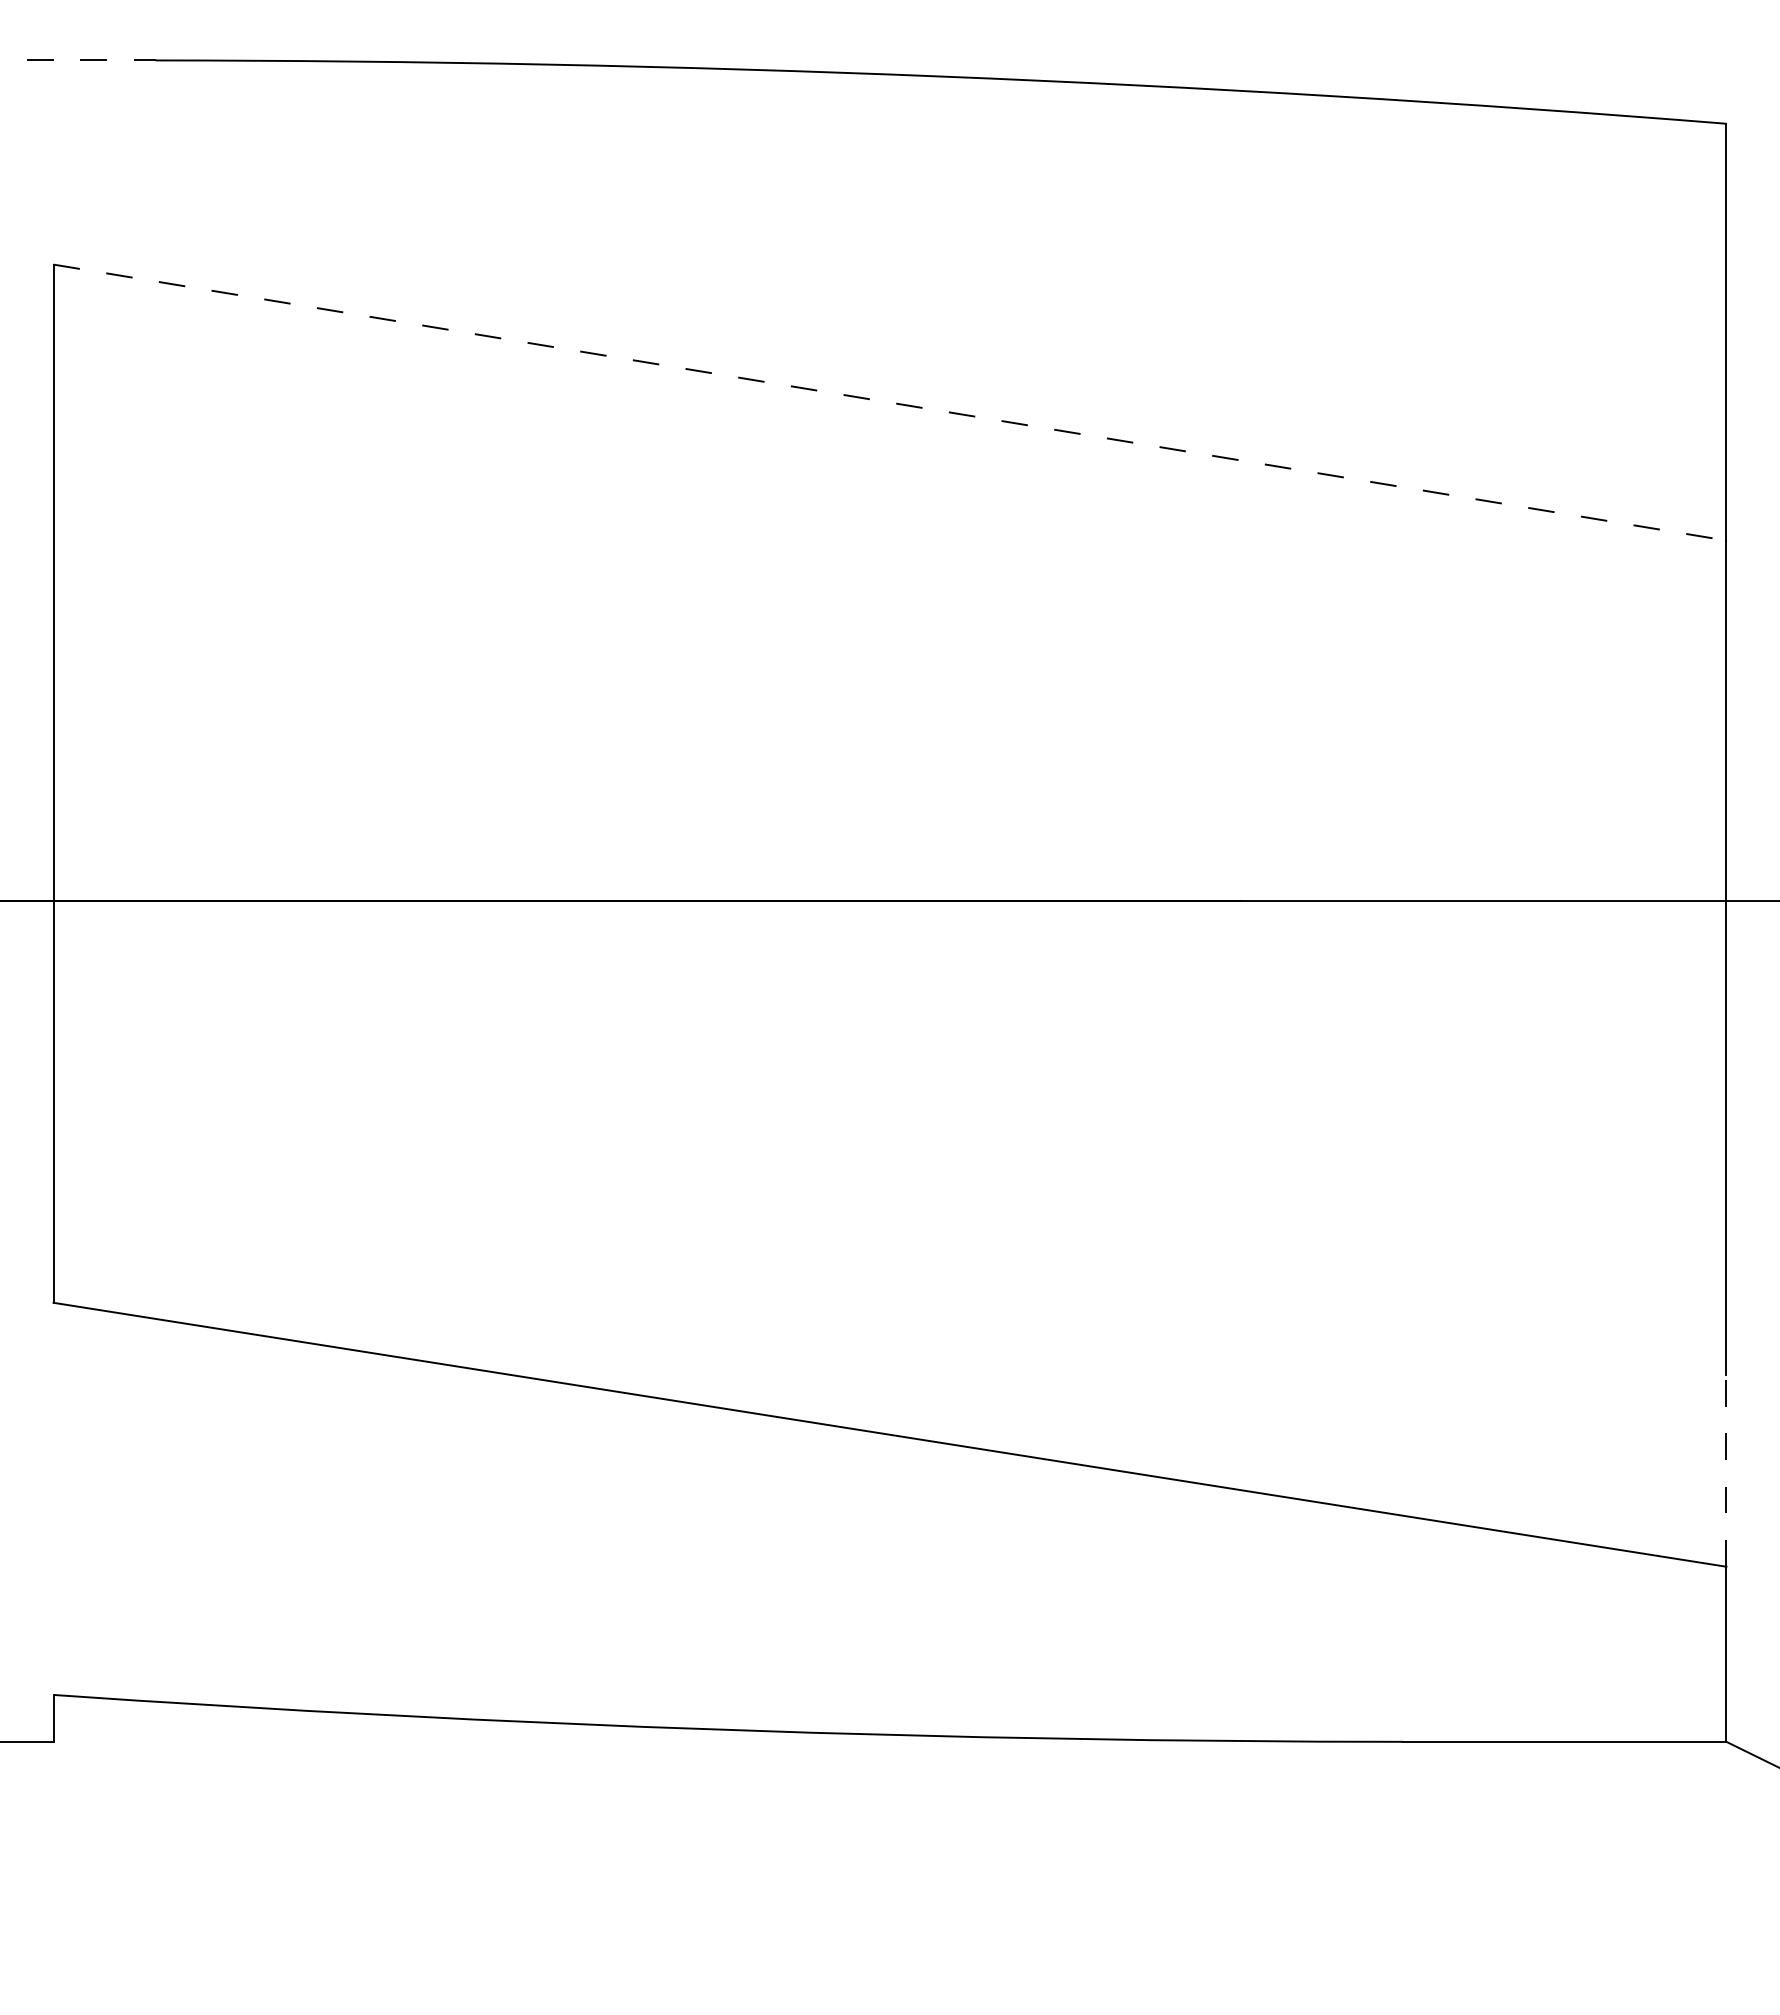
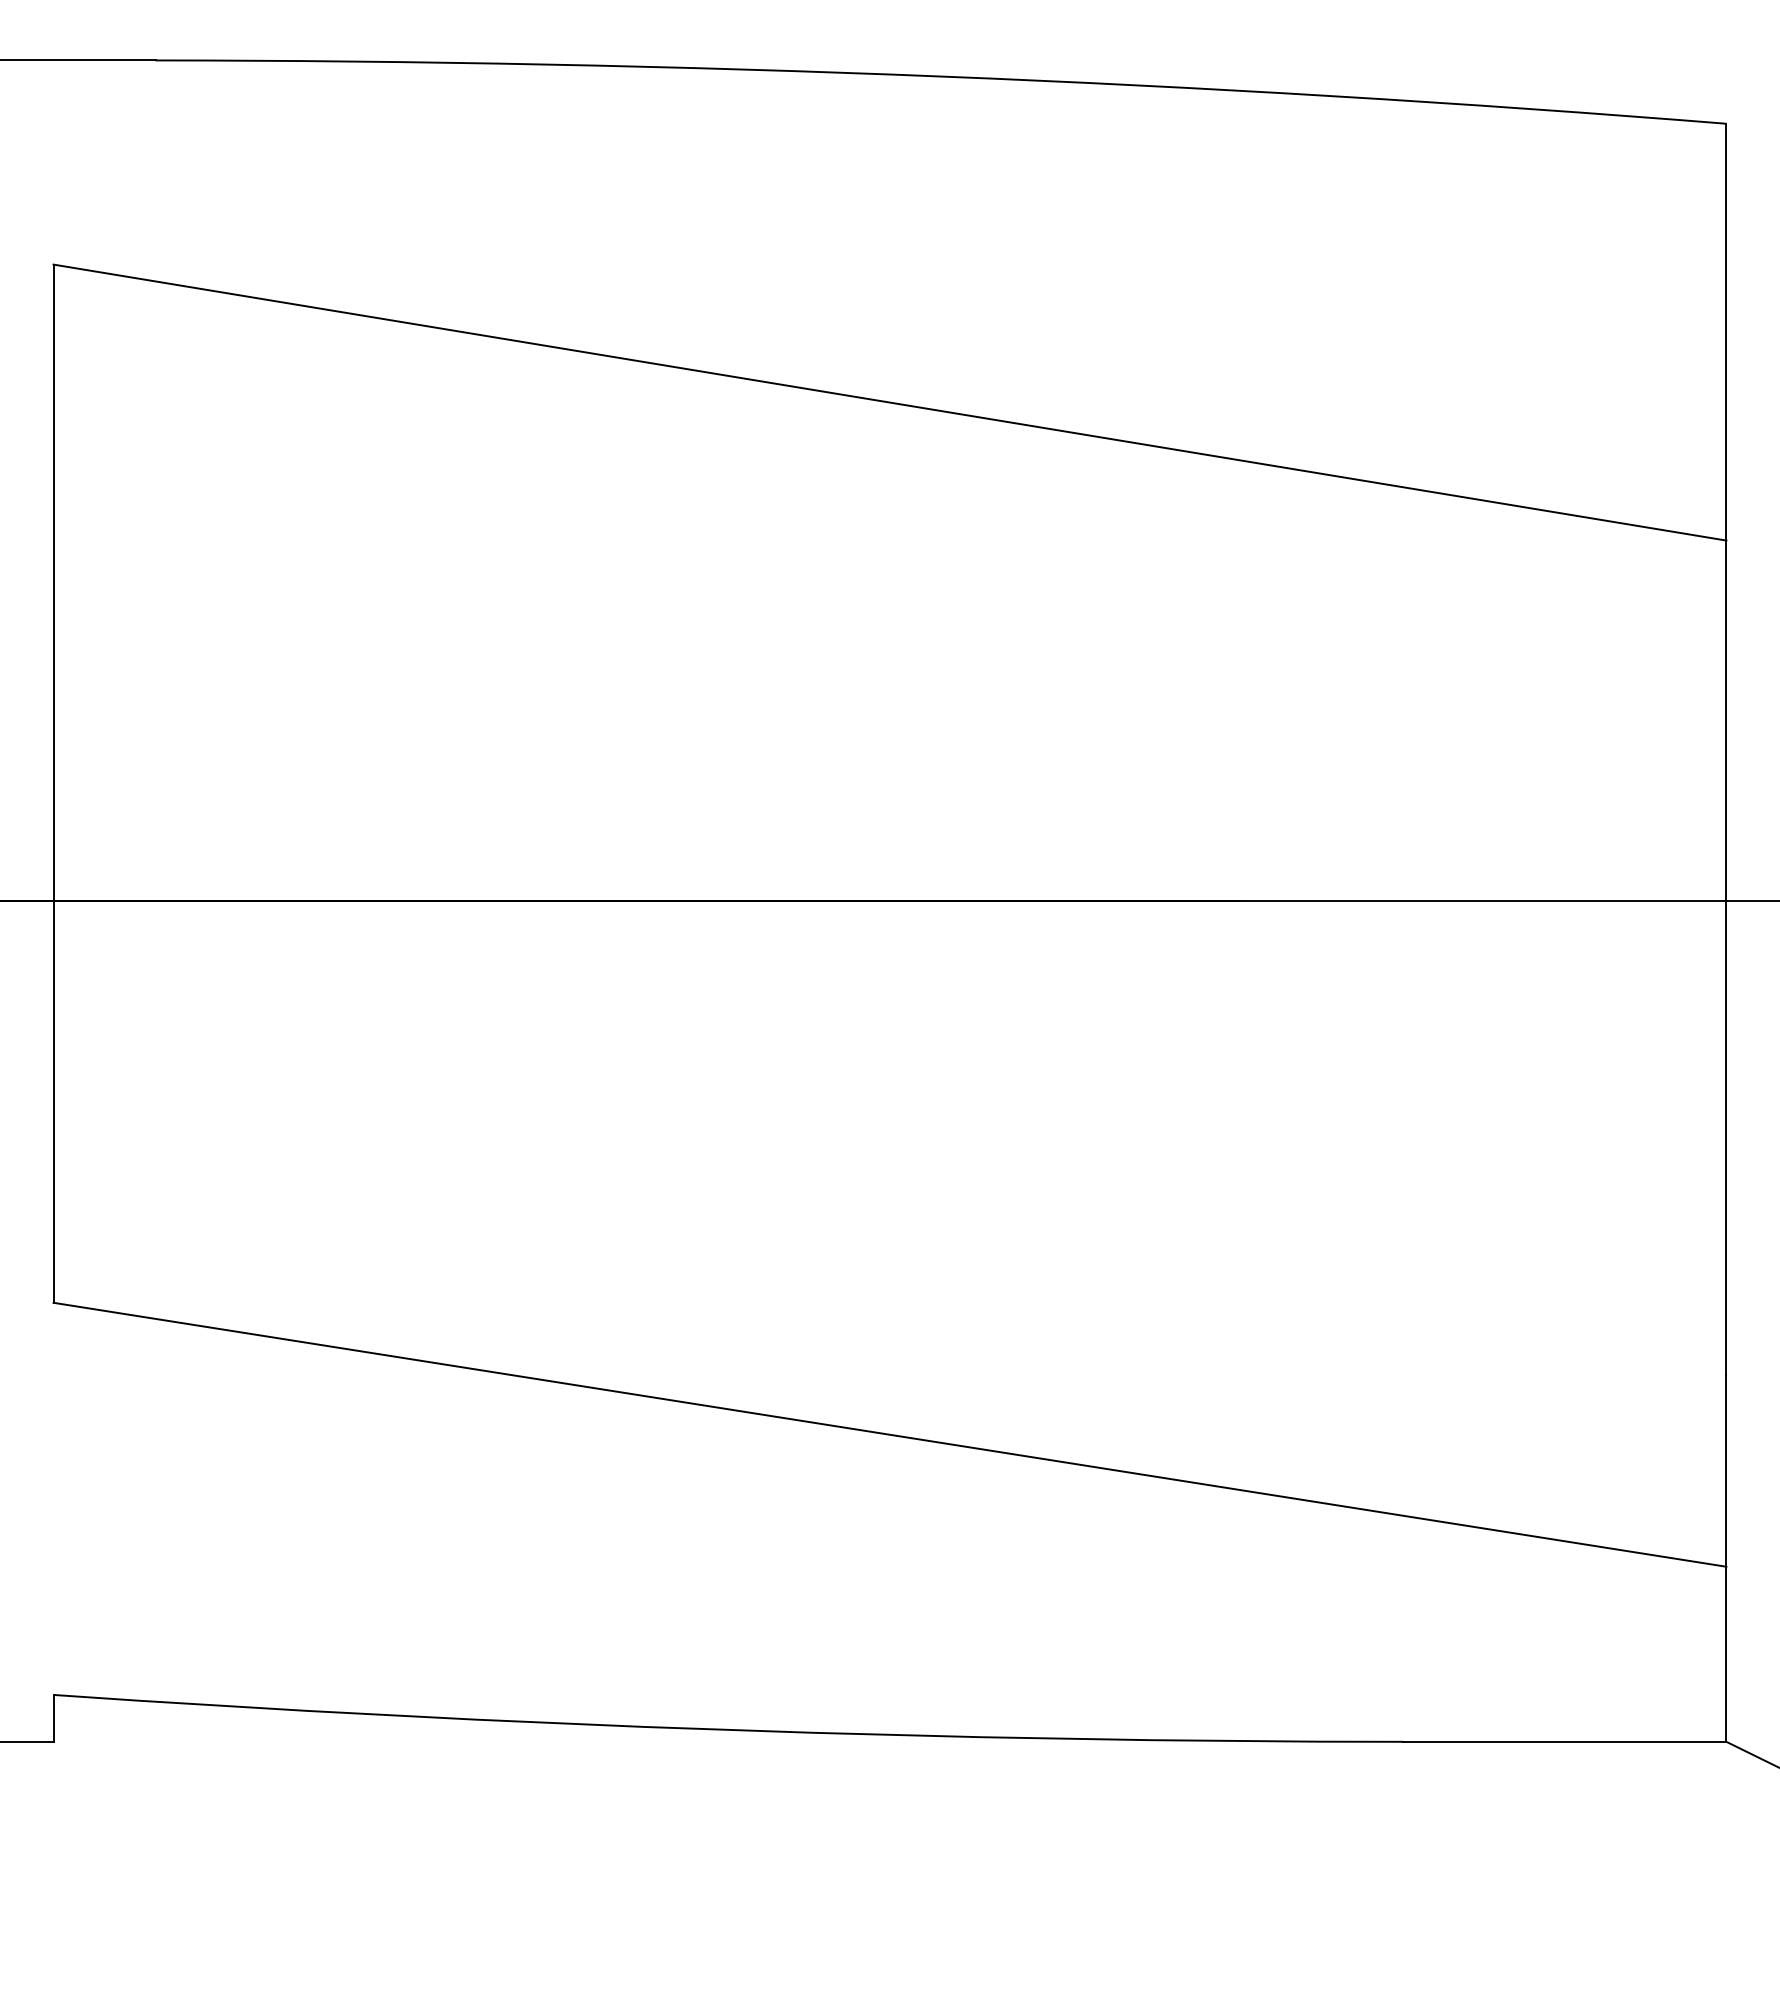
line at (78, 60): dashed -> solid
line at (889, 402): dashed -> solid
line at (1726, 1470): dashed -> solid
